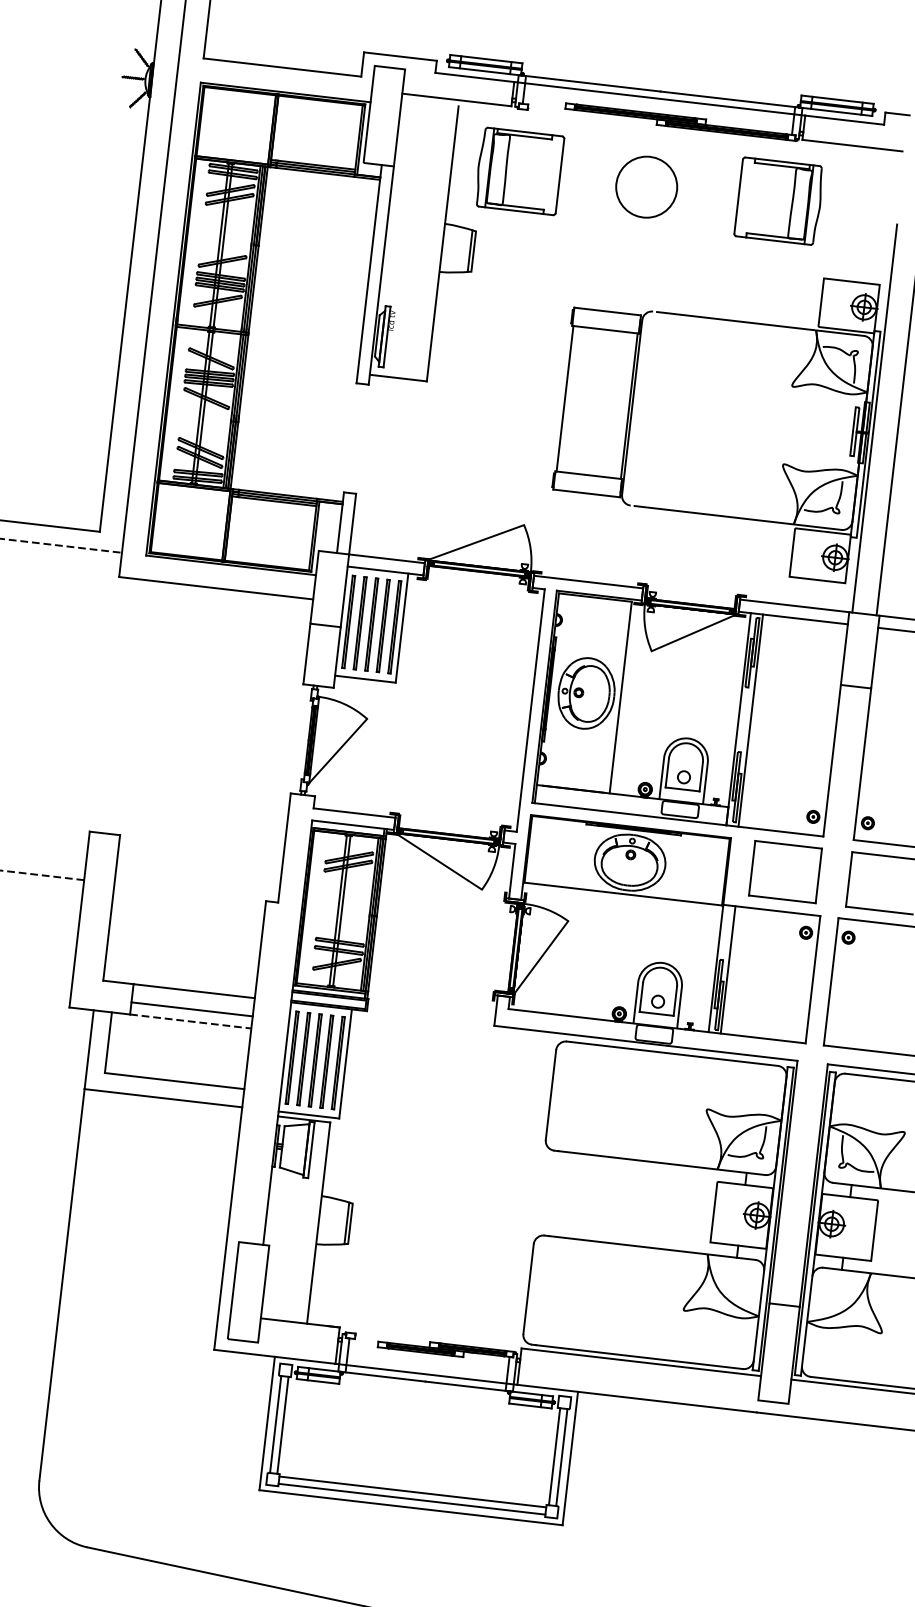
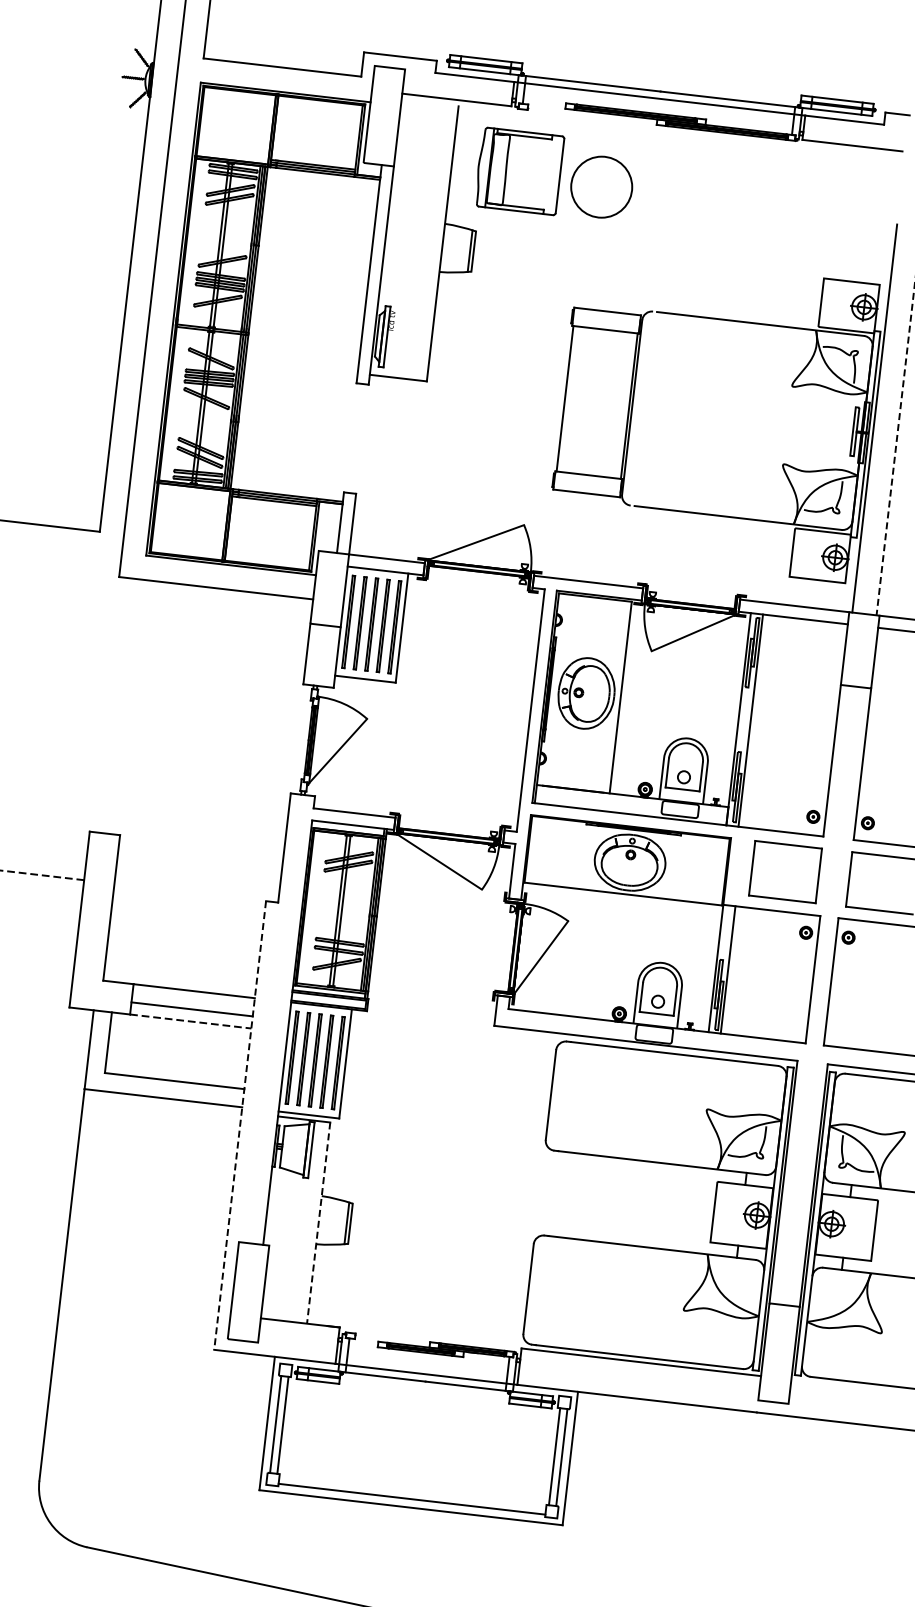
circle at (646, 186) position: (646, 186) -> (601, 186)
part at (777, 200): present -> none
line at (895, 449): solid -> dashed
line at (61, 545): present -> none
line at (240, 1125): solid -> dashed
line at (318, 1223): solid -> dashed
line at (851, 1386): present -> none
line at (412, 1491): present -> none
